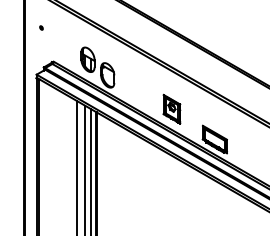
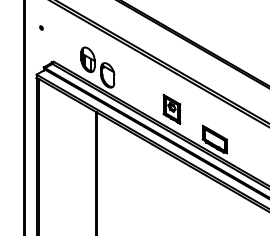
line at (77, 166): present -> none
line at (85, 168): present -> none
line at (90, 170): present -> none
